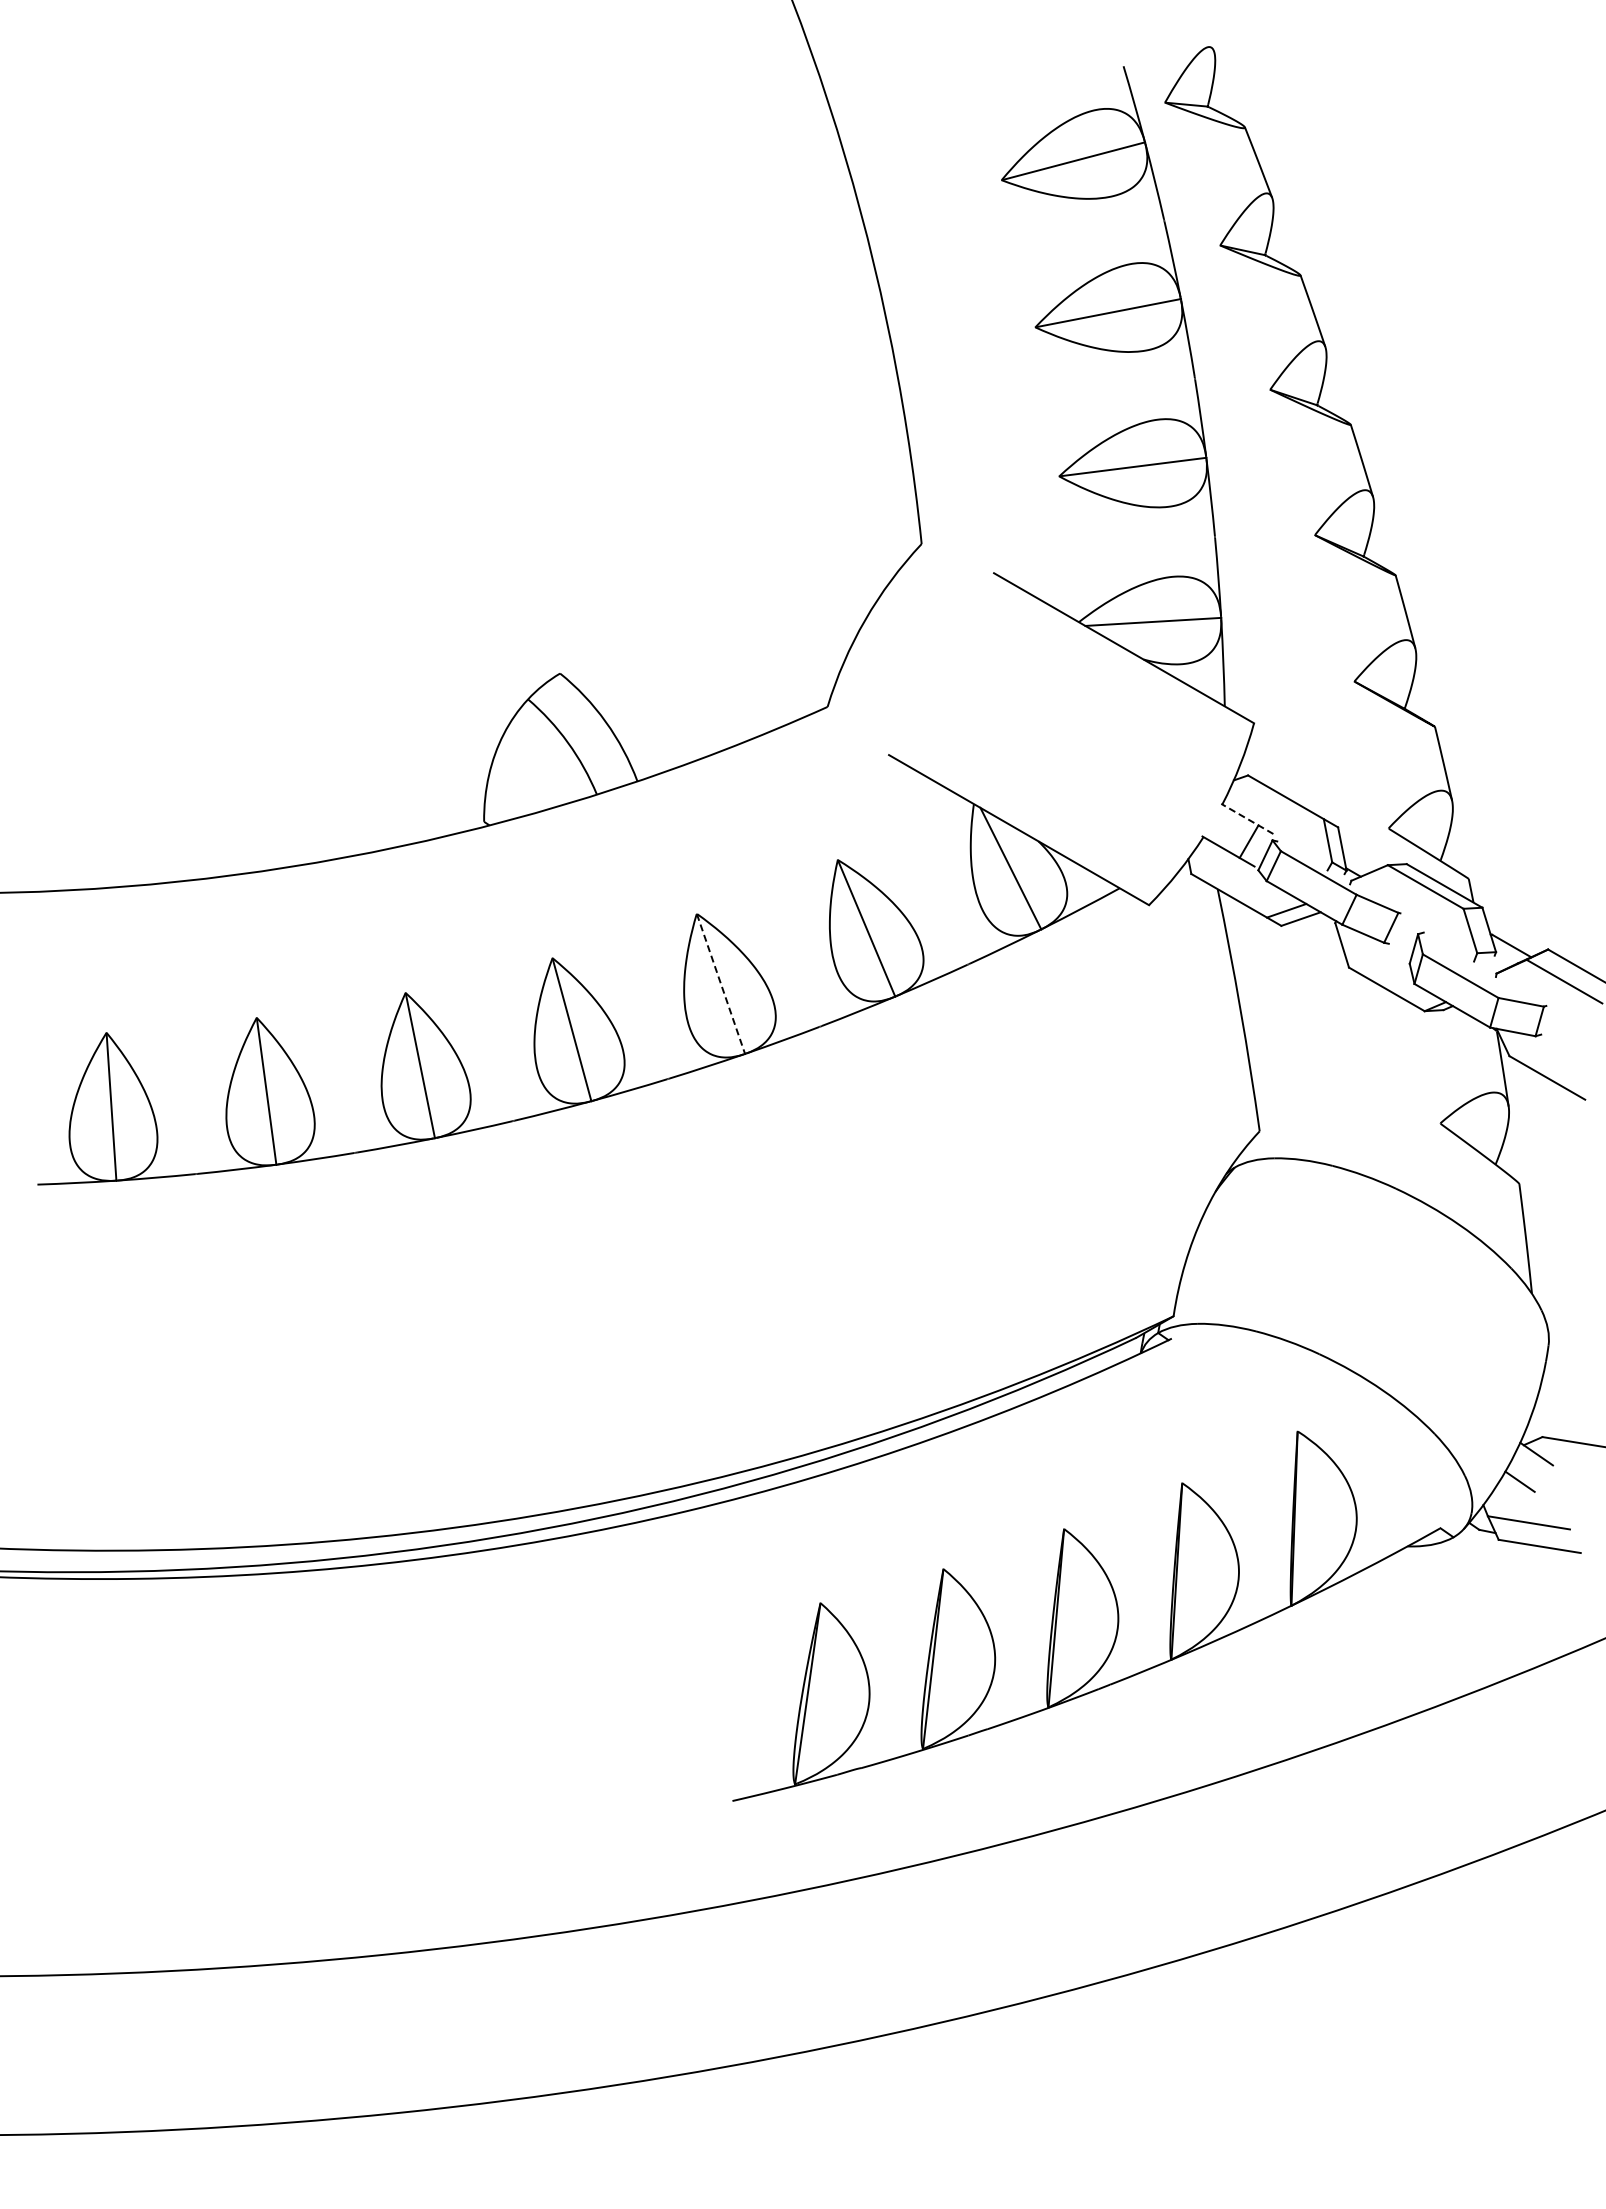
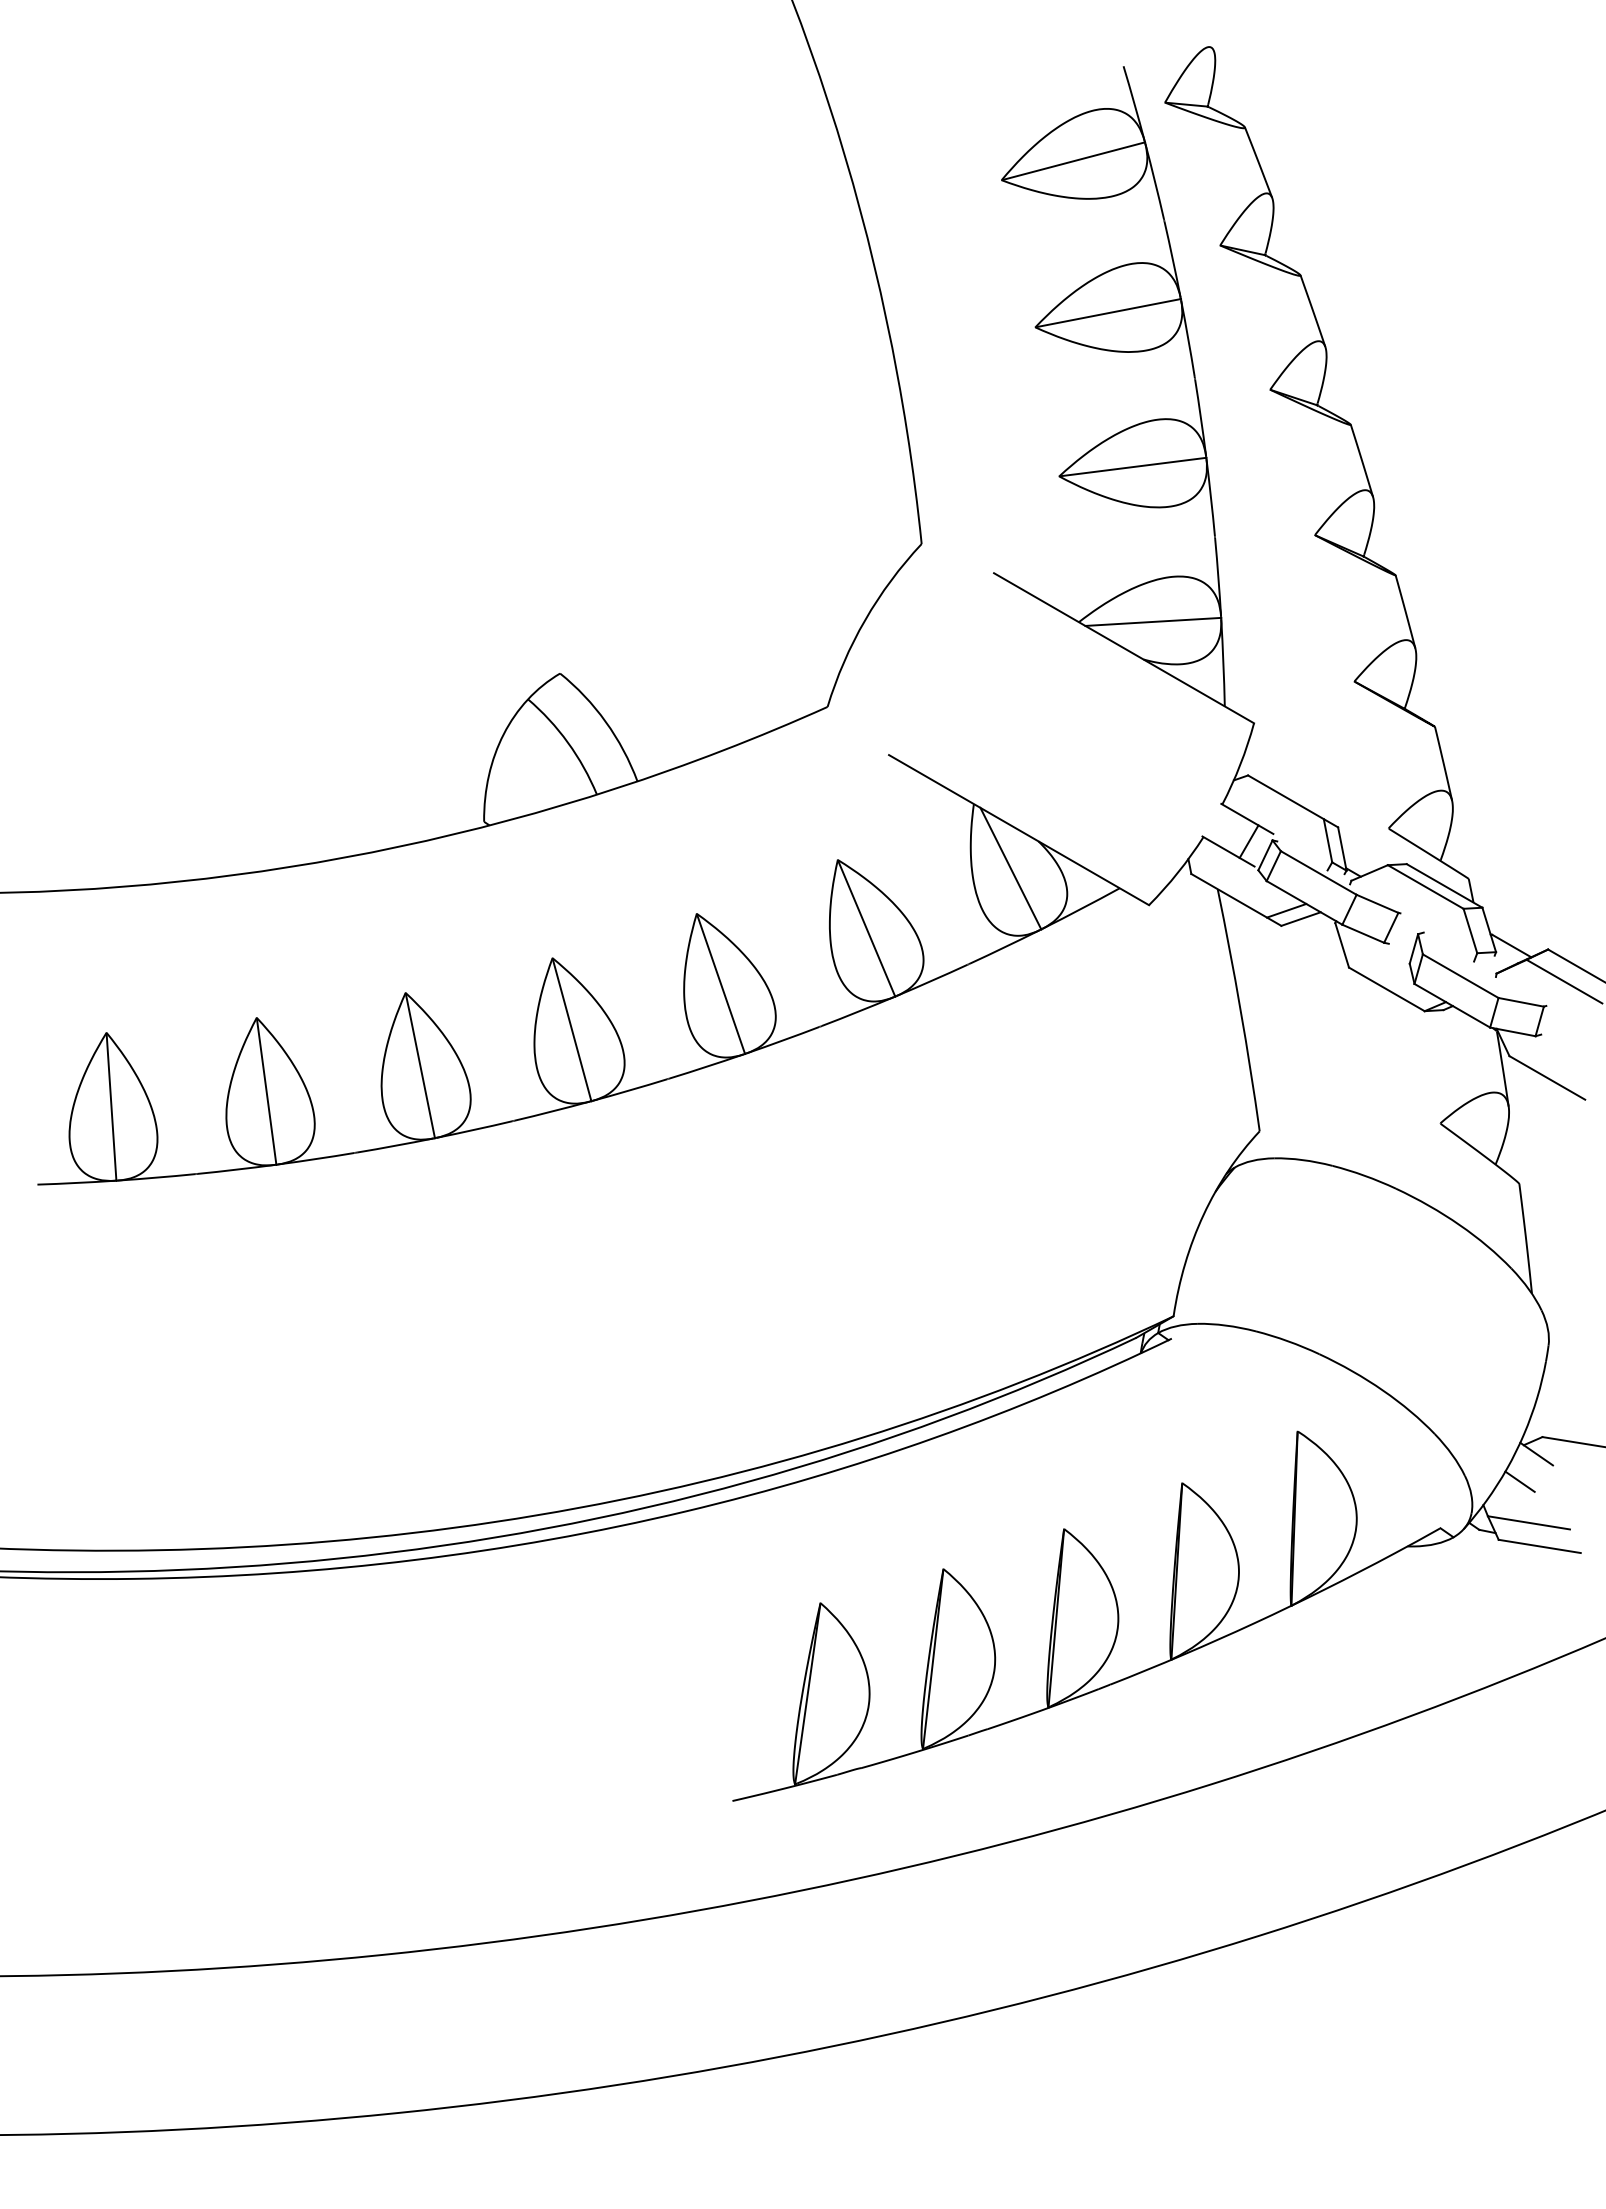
line at (1246, 818): dashed -> solid
line at (720, 983): dashed -> solid
